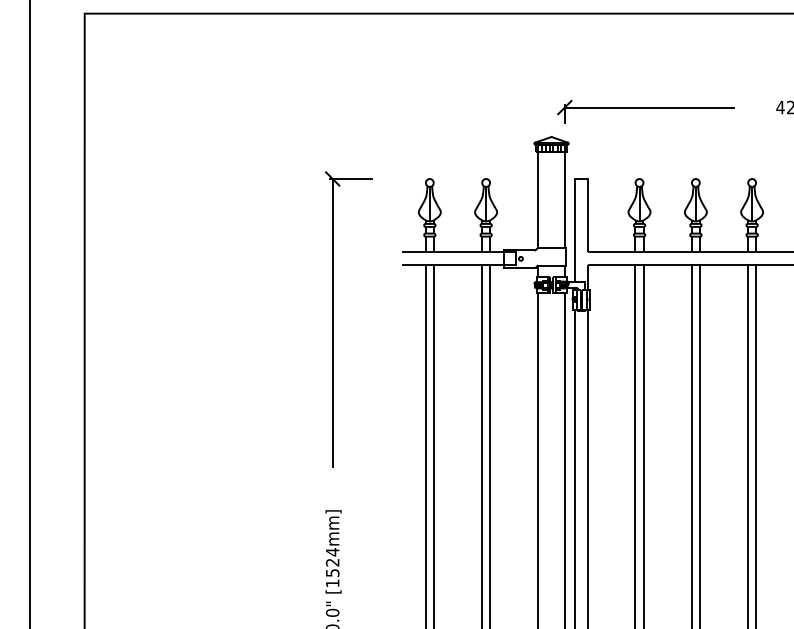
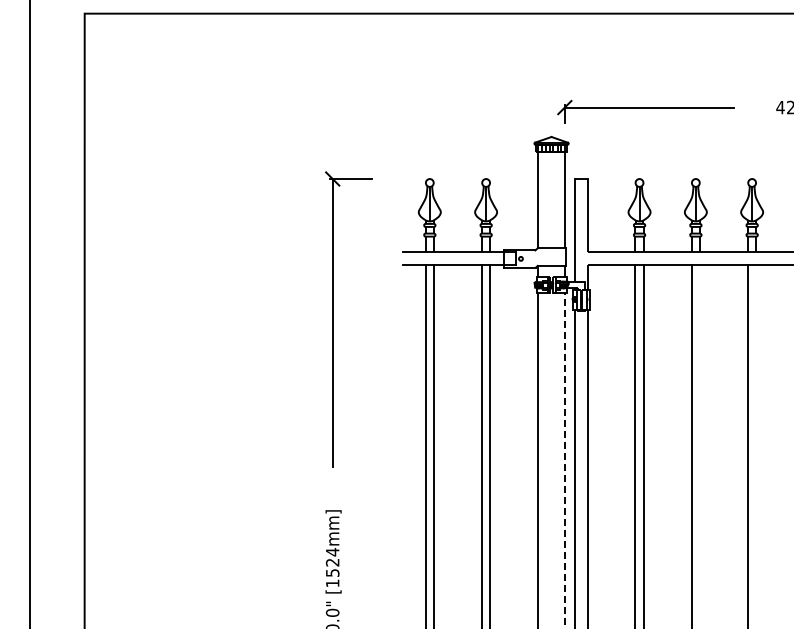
line at (699, 445): present -> none
line at (756, 445): present -> none
line at (564, 460): solid -> dashed
